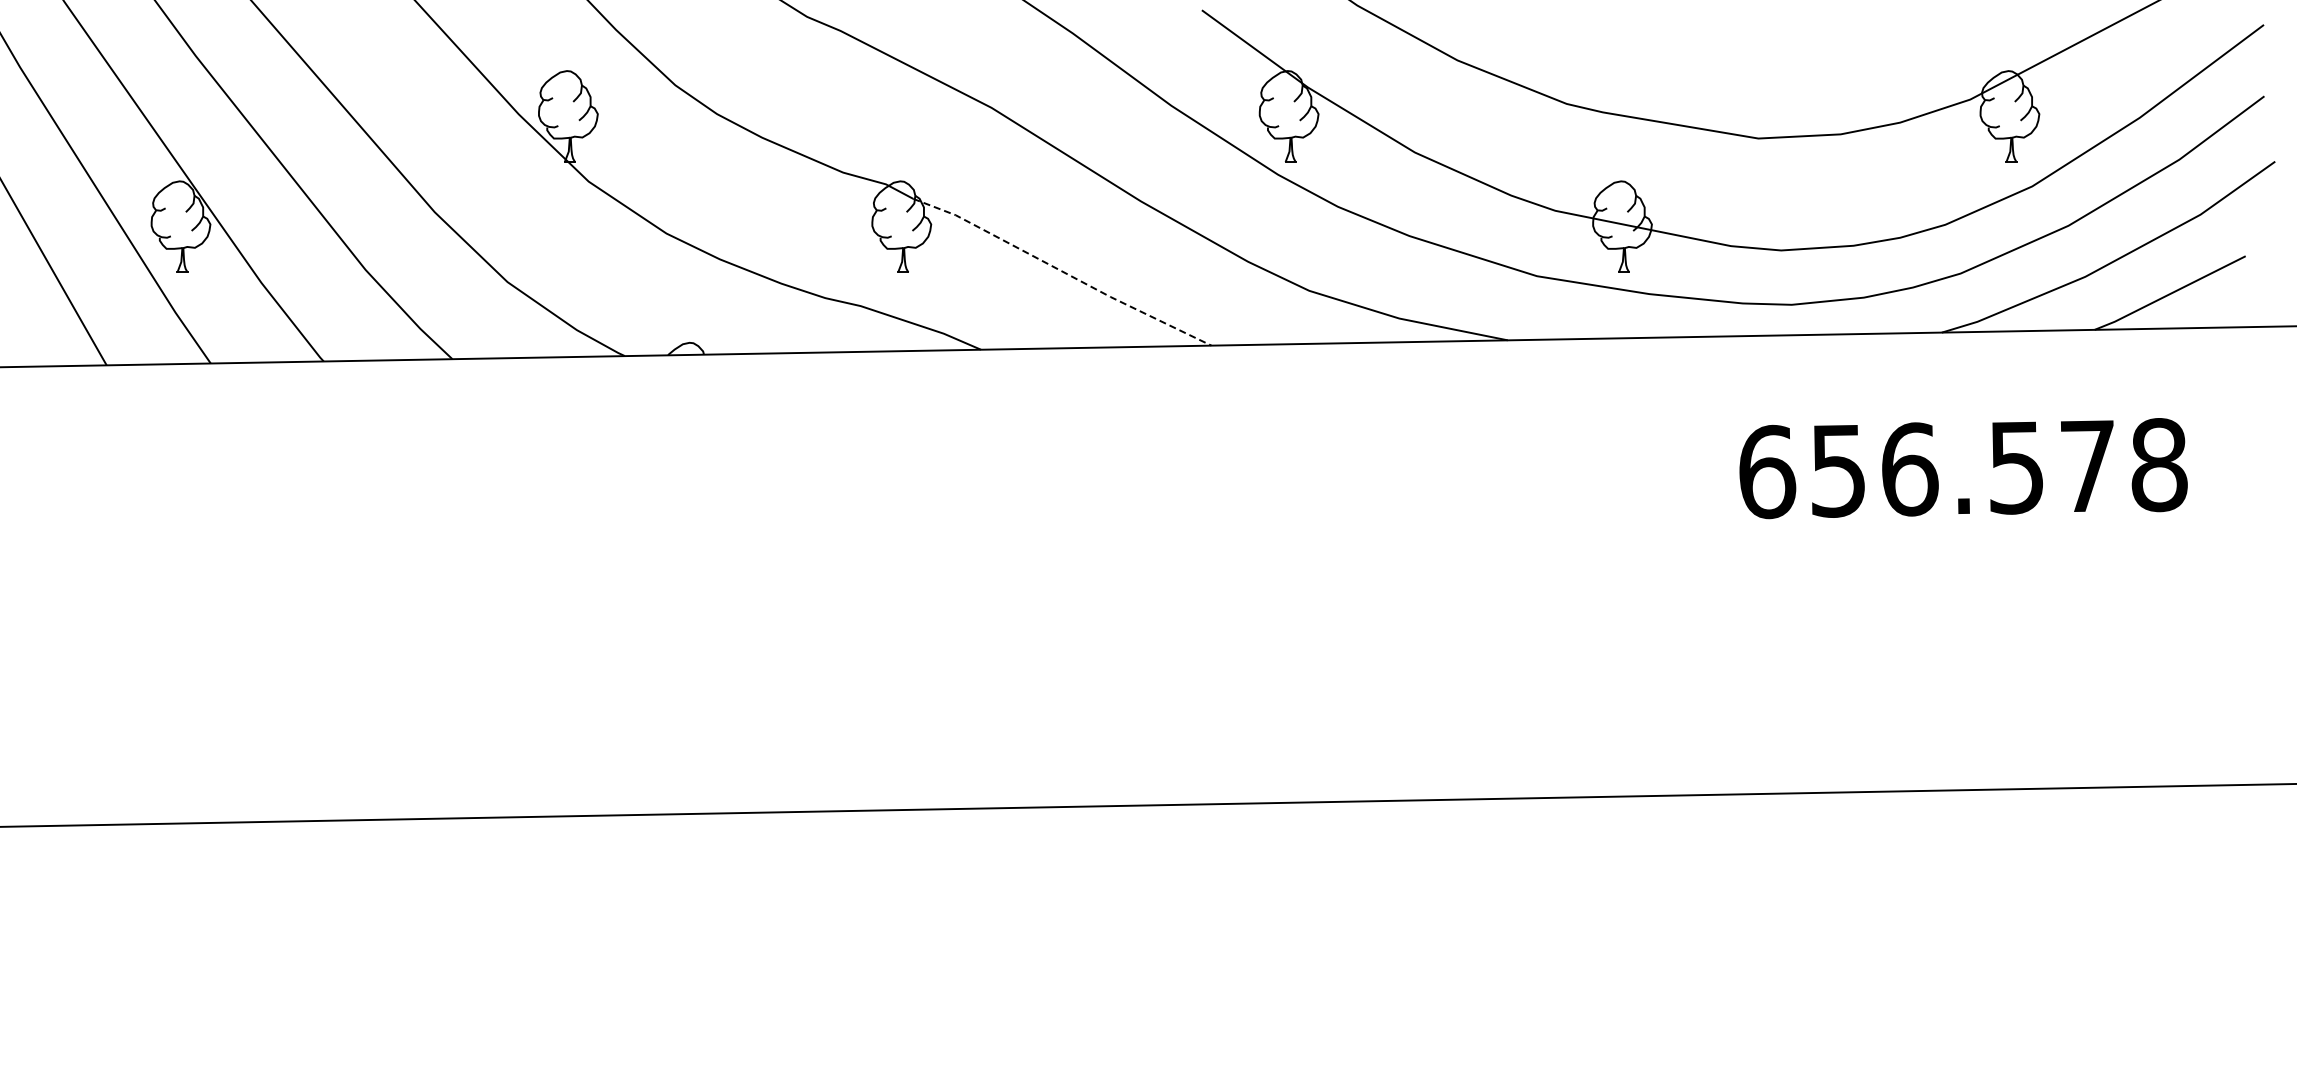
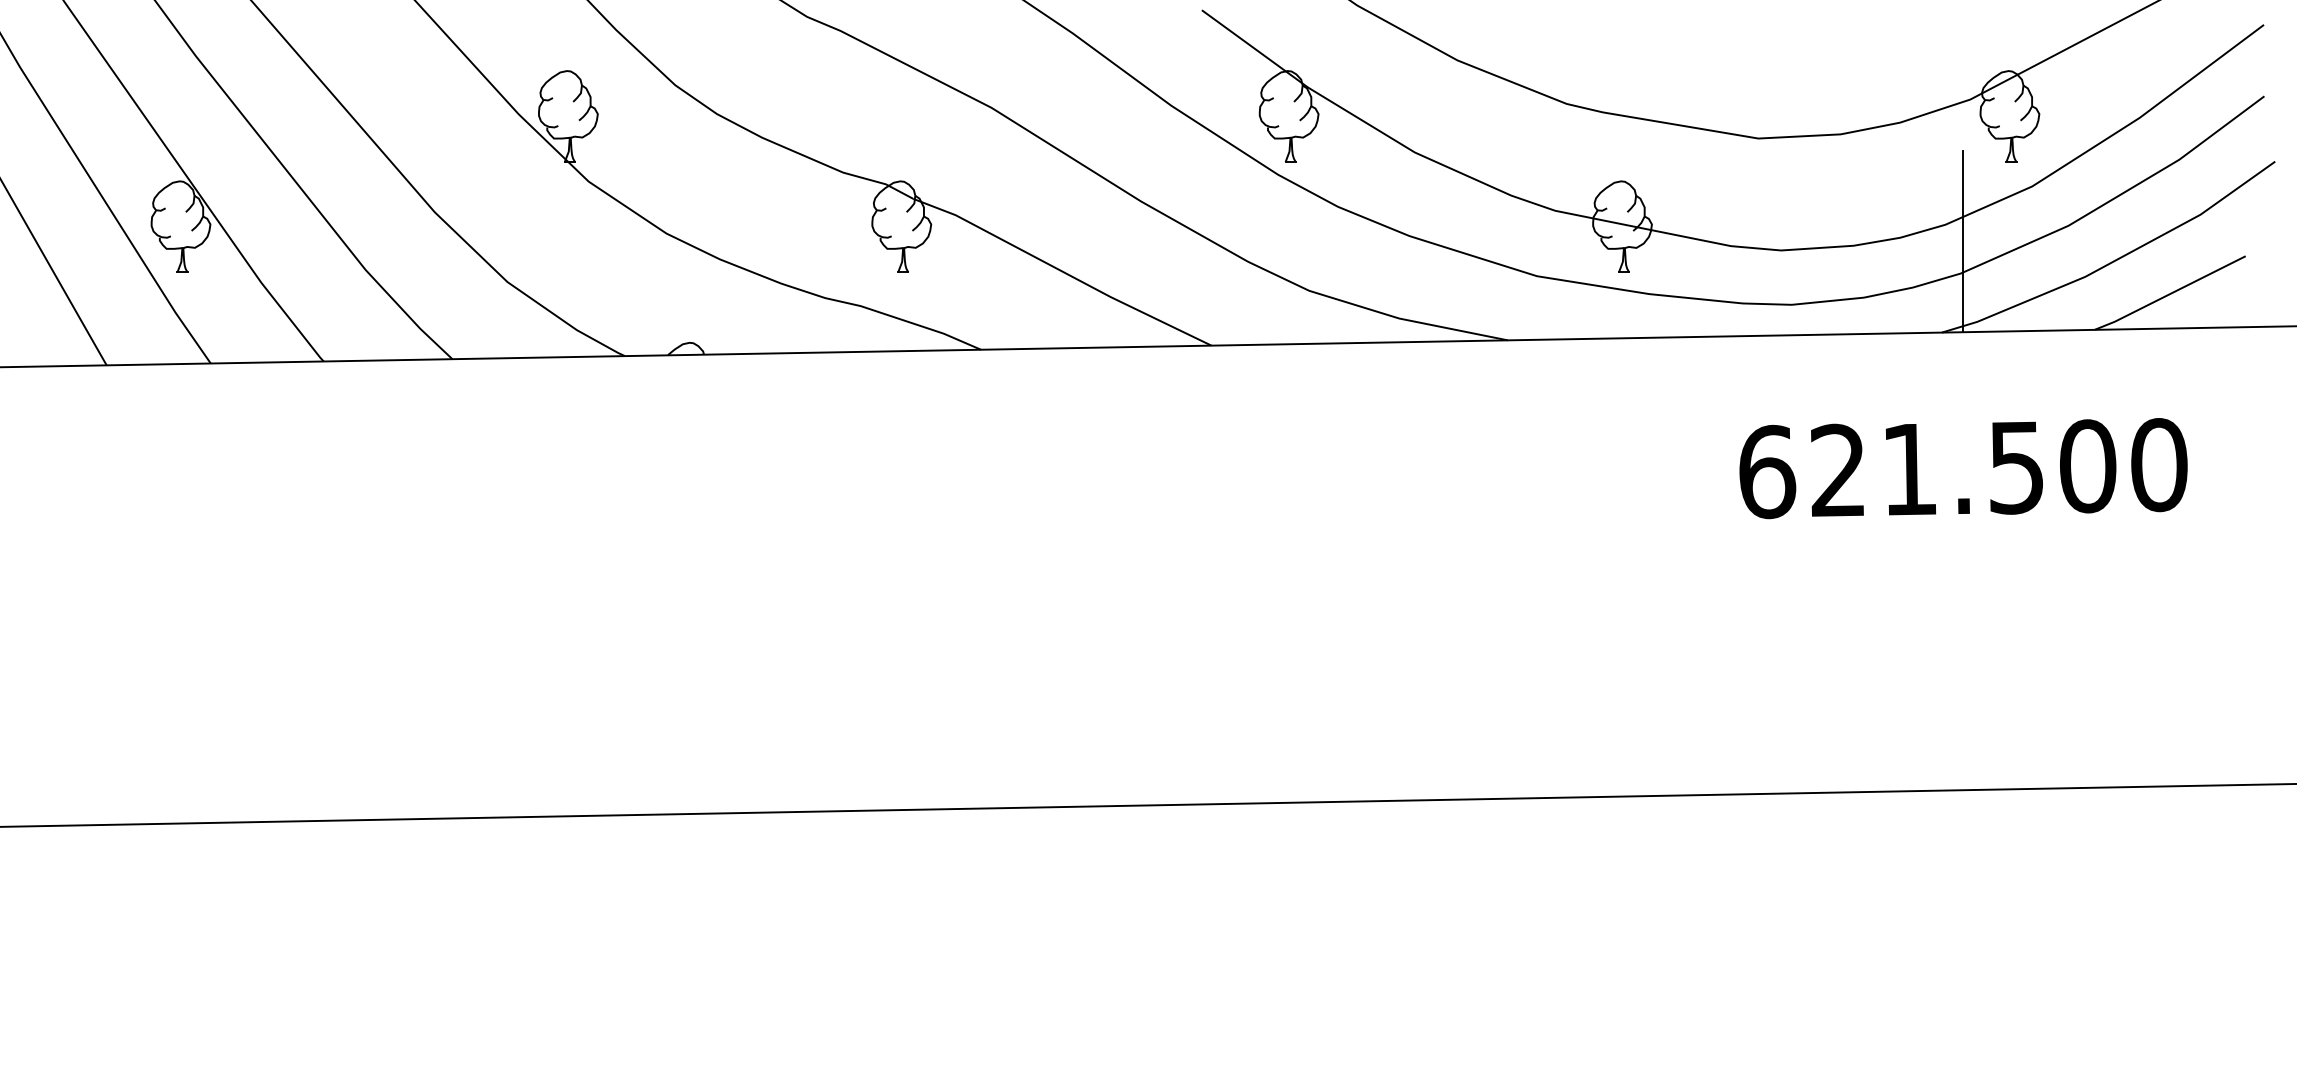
line at (1962, 241): none -> present
line at (1062, 271): dashed -> solid
text at (1999, 467): 656.578 -> 621.500
